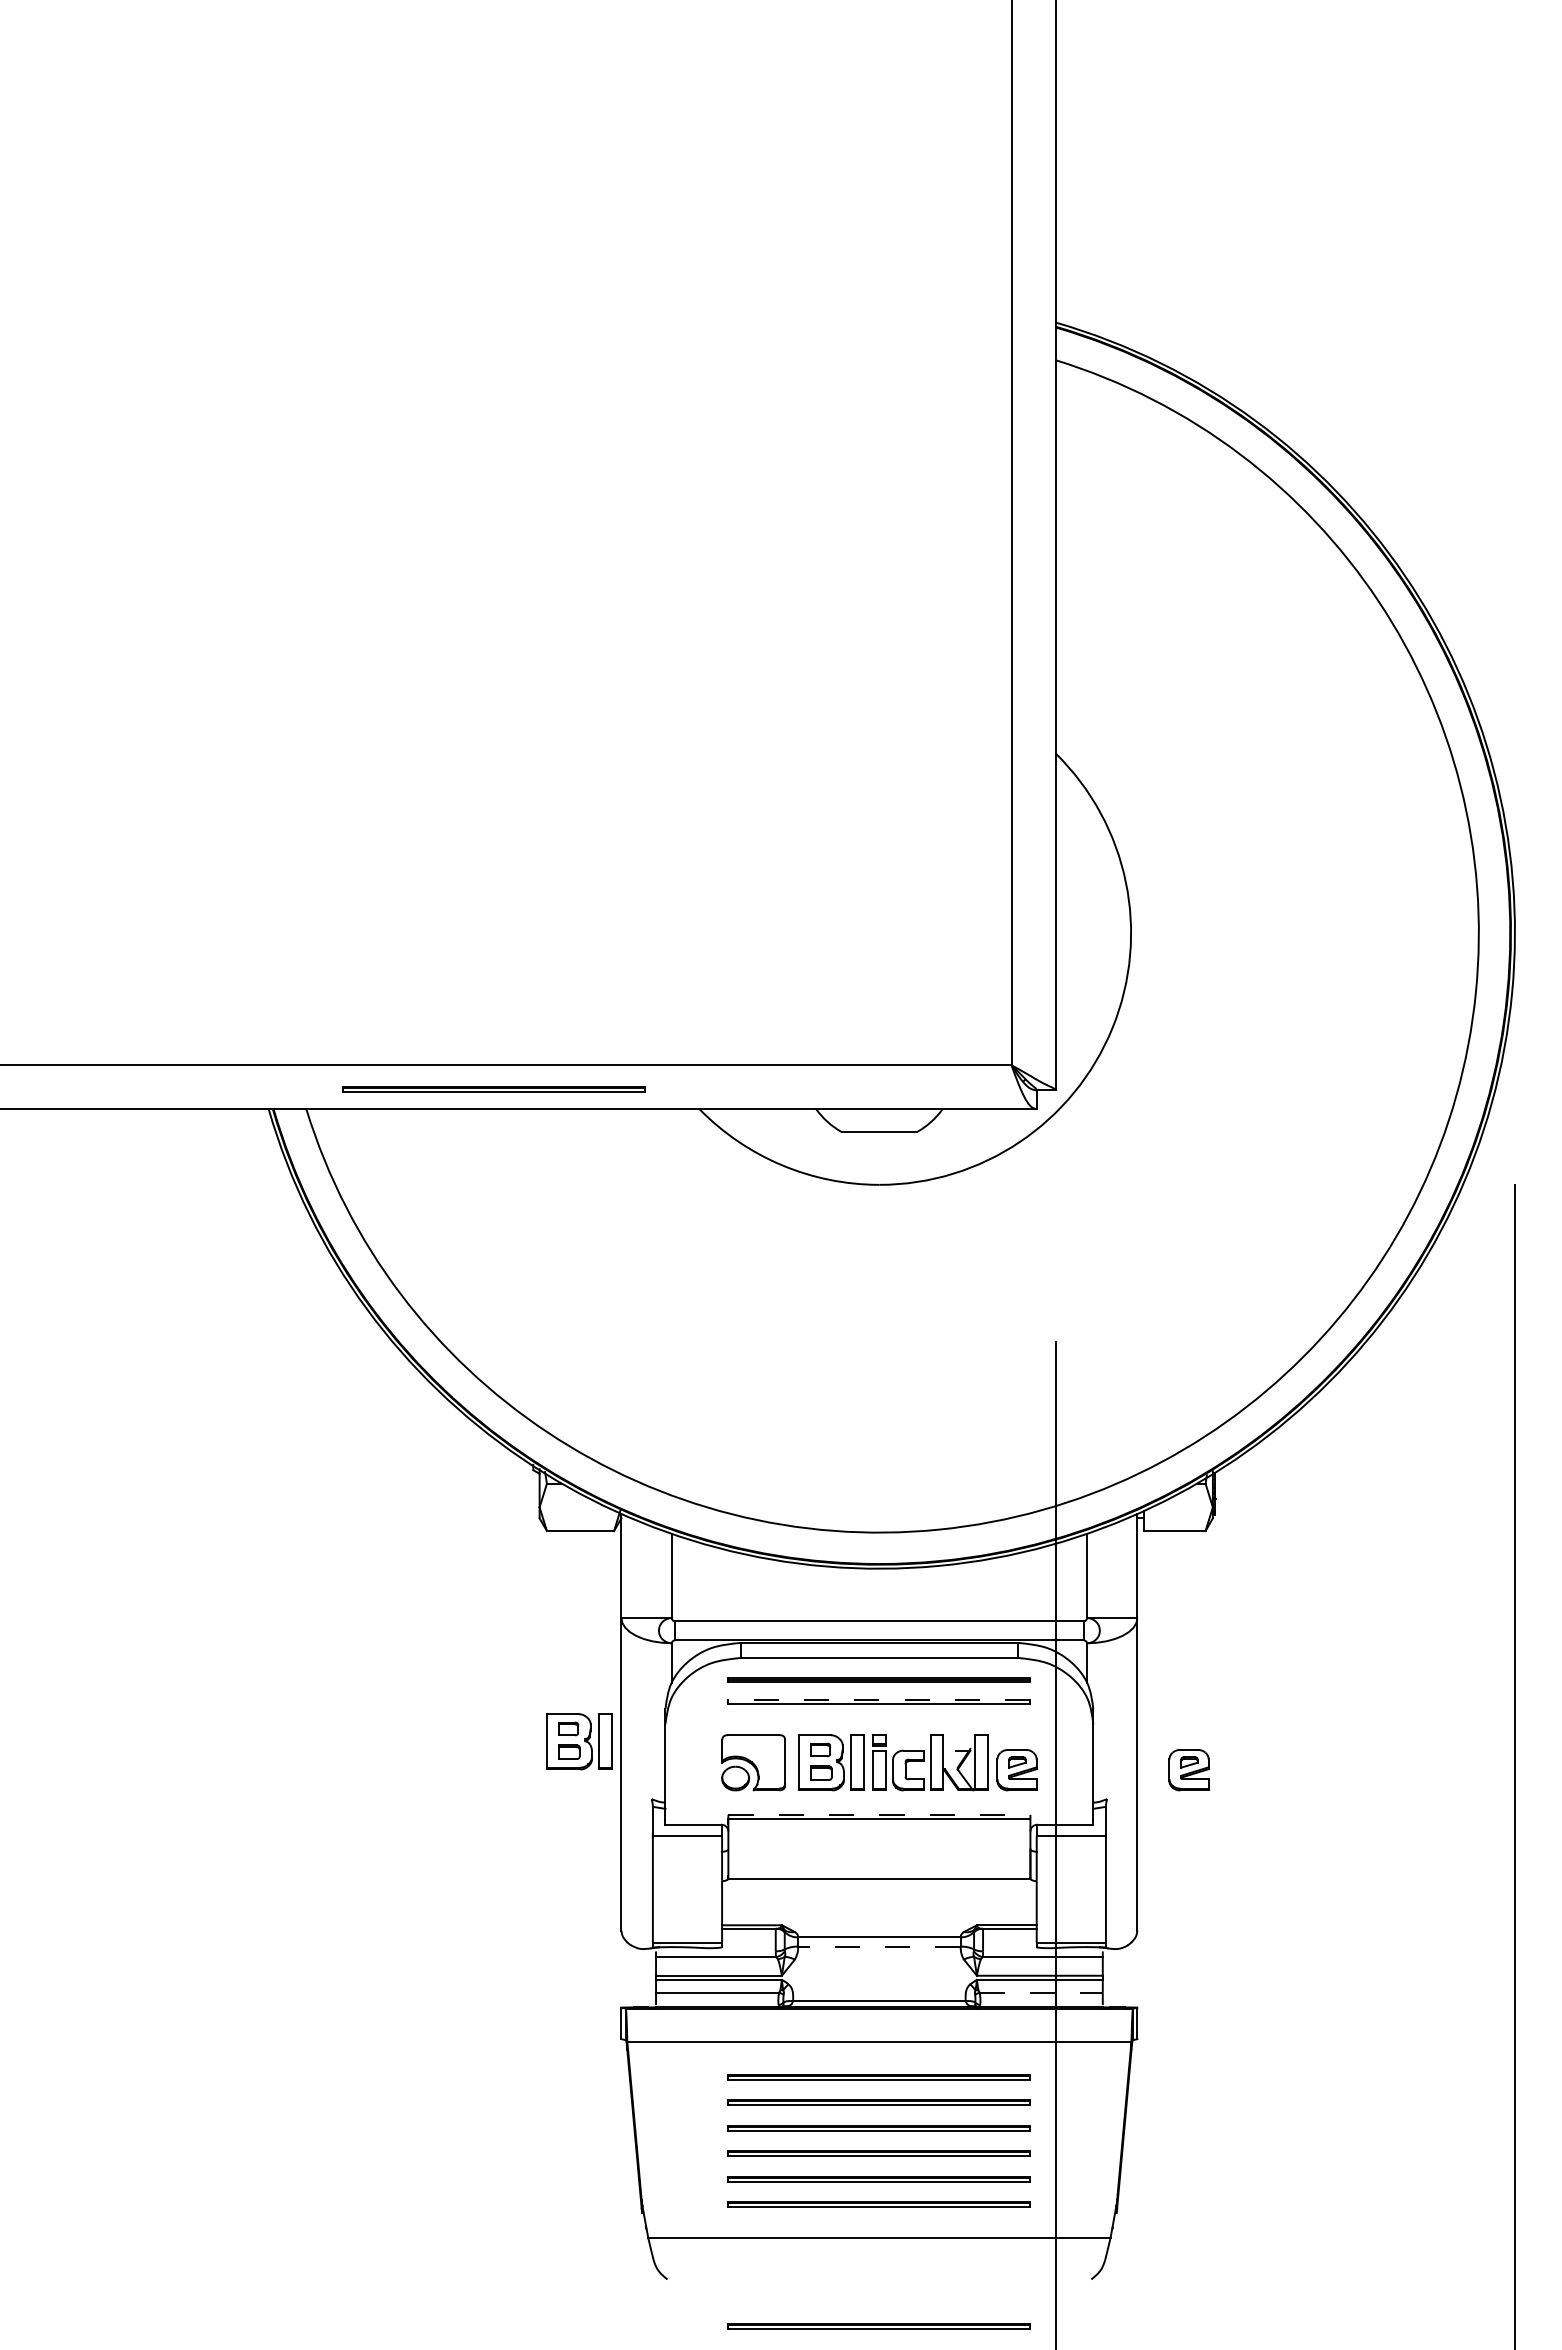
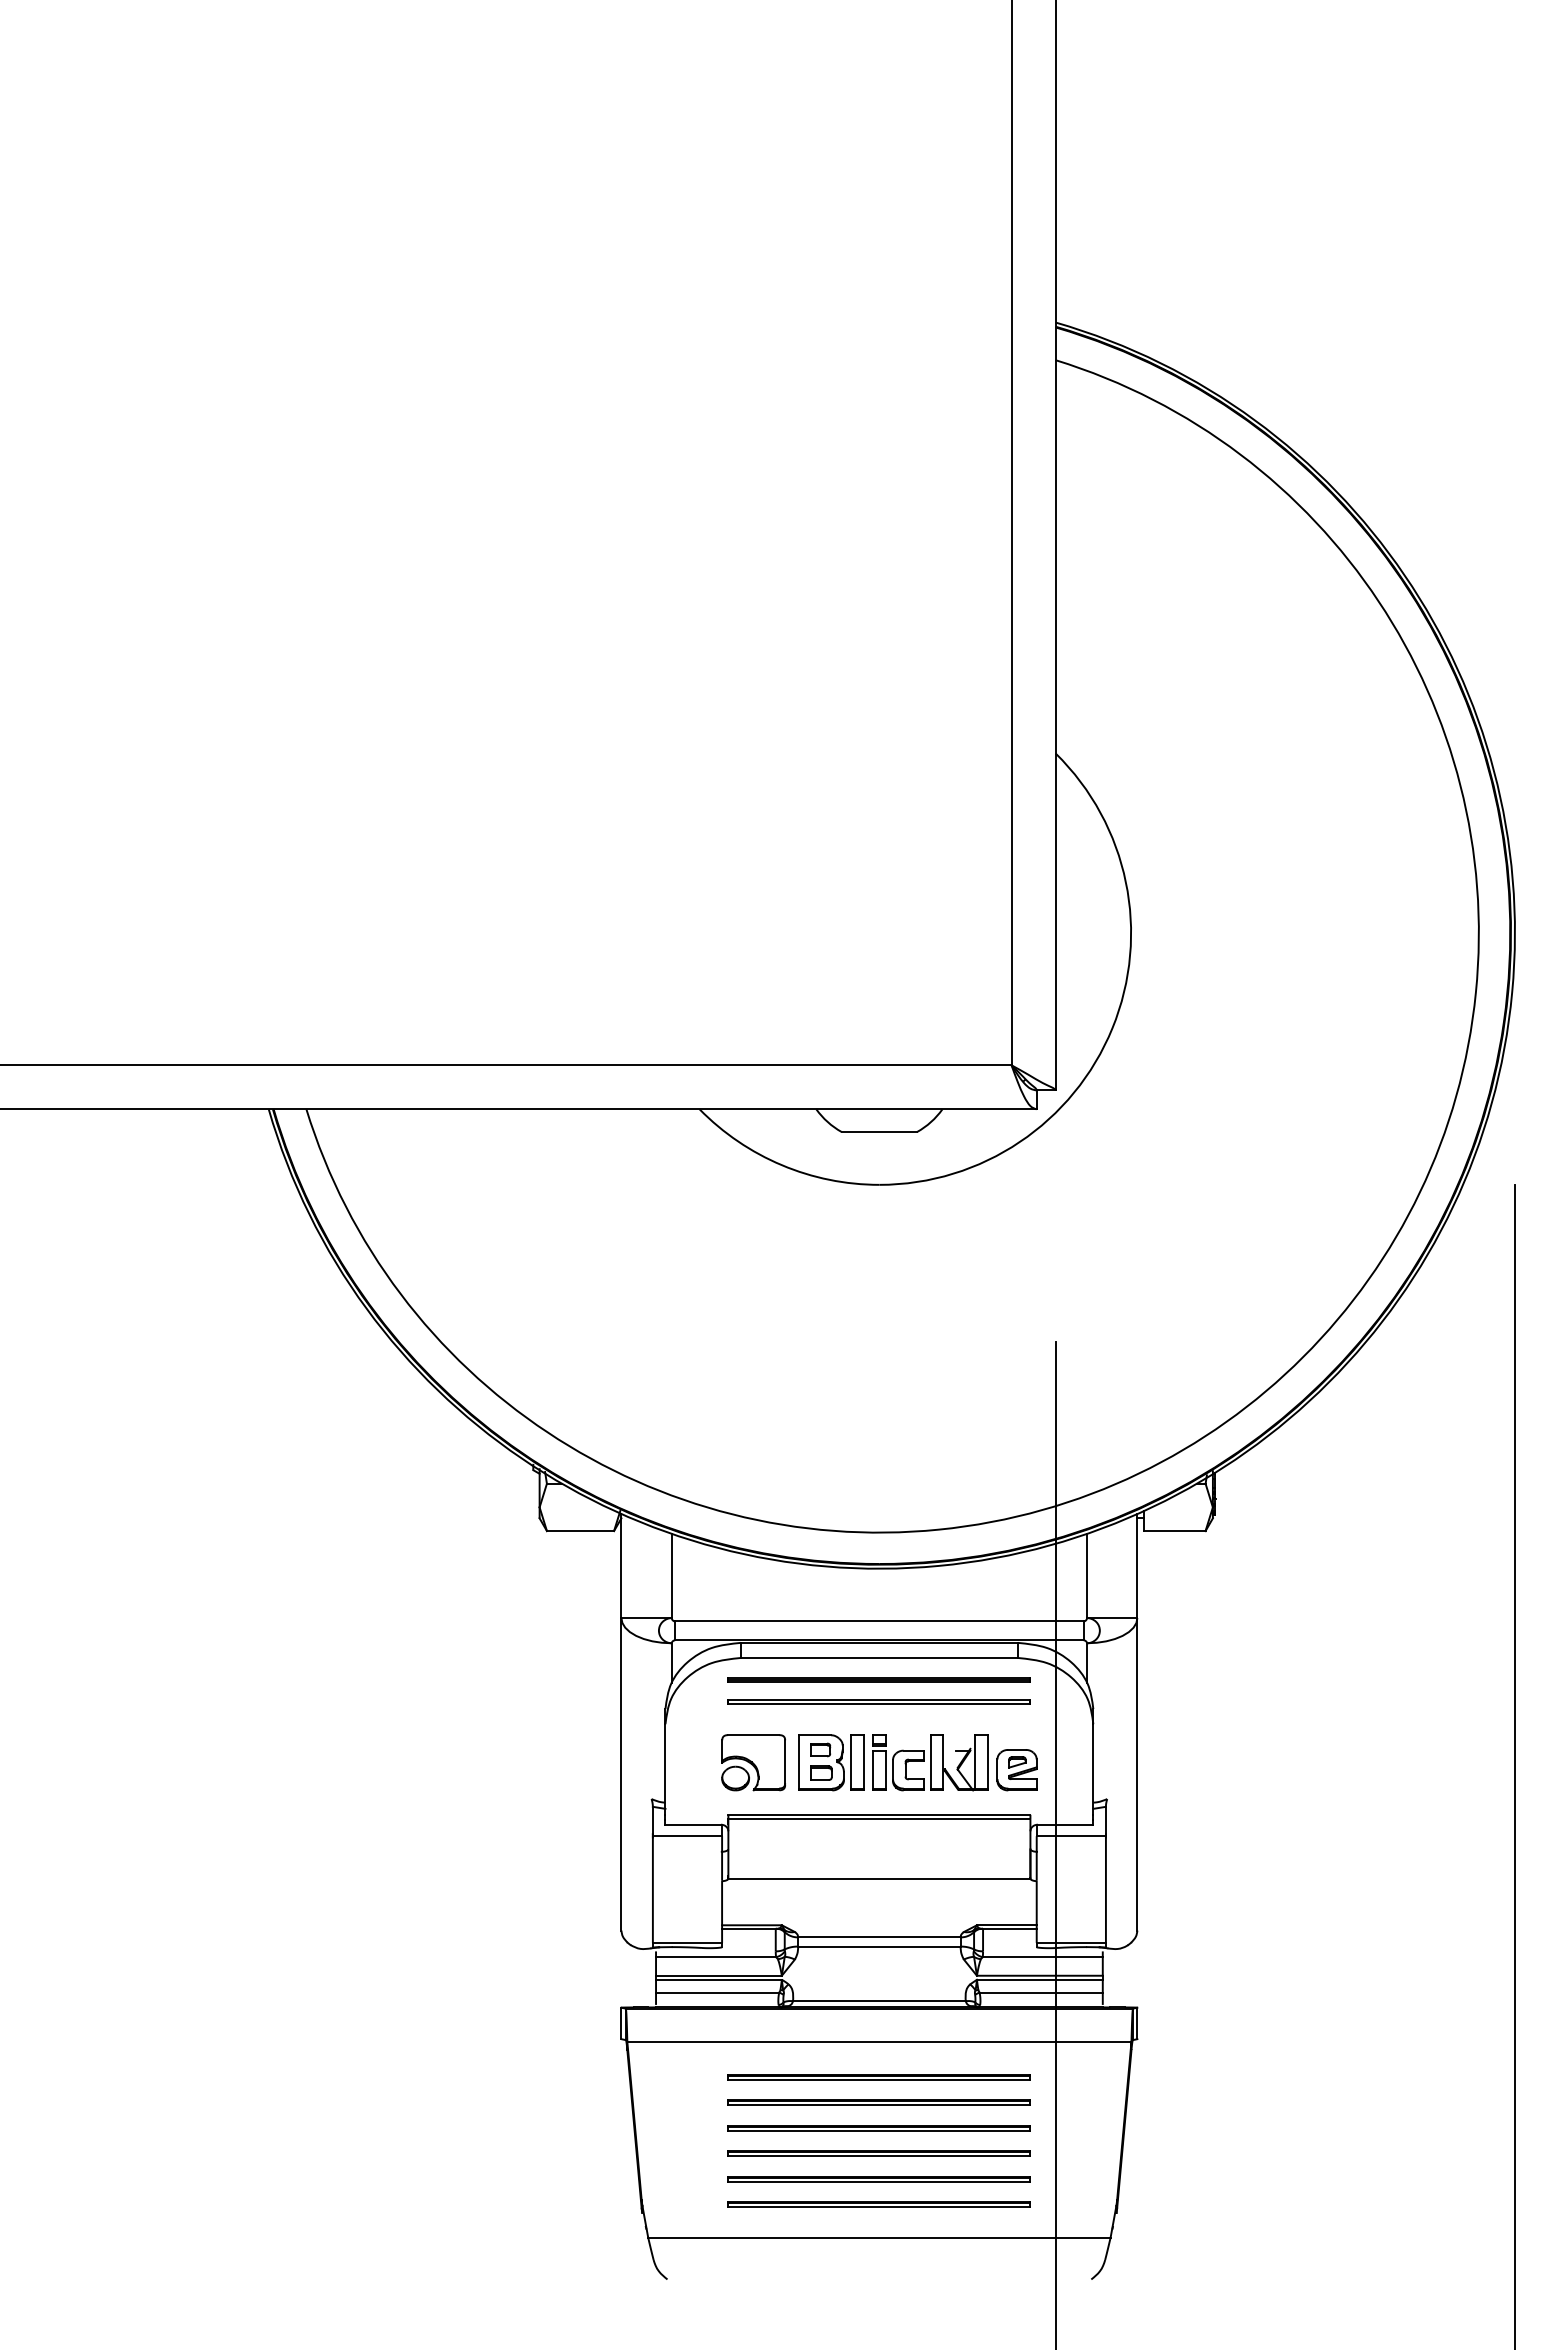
part at (493, 1089): present -> none
line at (878, 1699): dashed -> solid
part at (579, 1741): present -> none
part at (1188, 1770): present -> none
line at (879, 1814): dashed -> solid
line at (878, 1946): dashed -> solid
line at (1041, 1992): dashed -> solid
part at (878, 2326): present -> none
